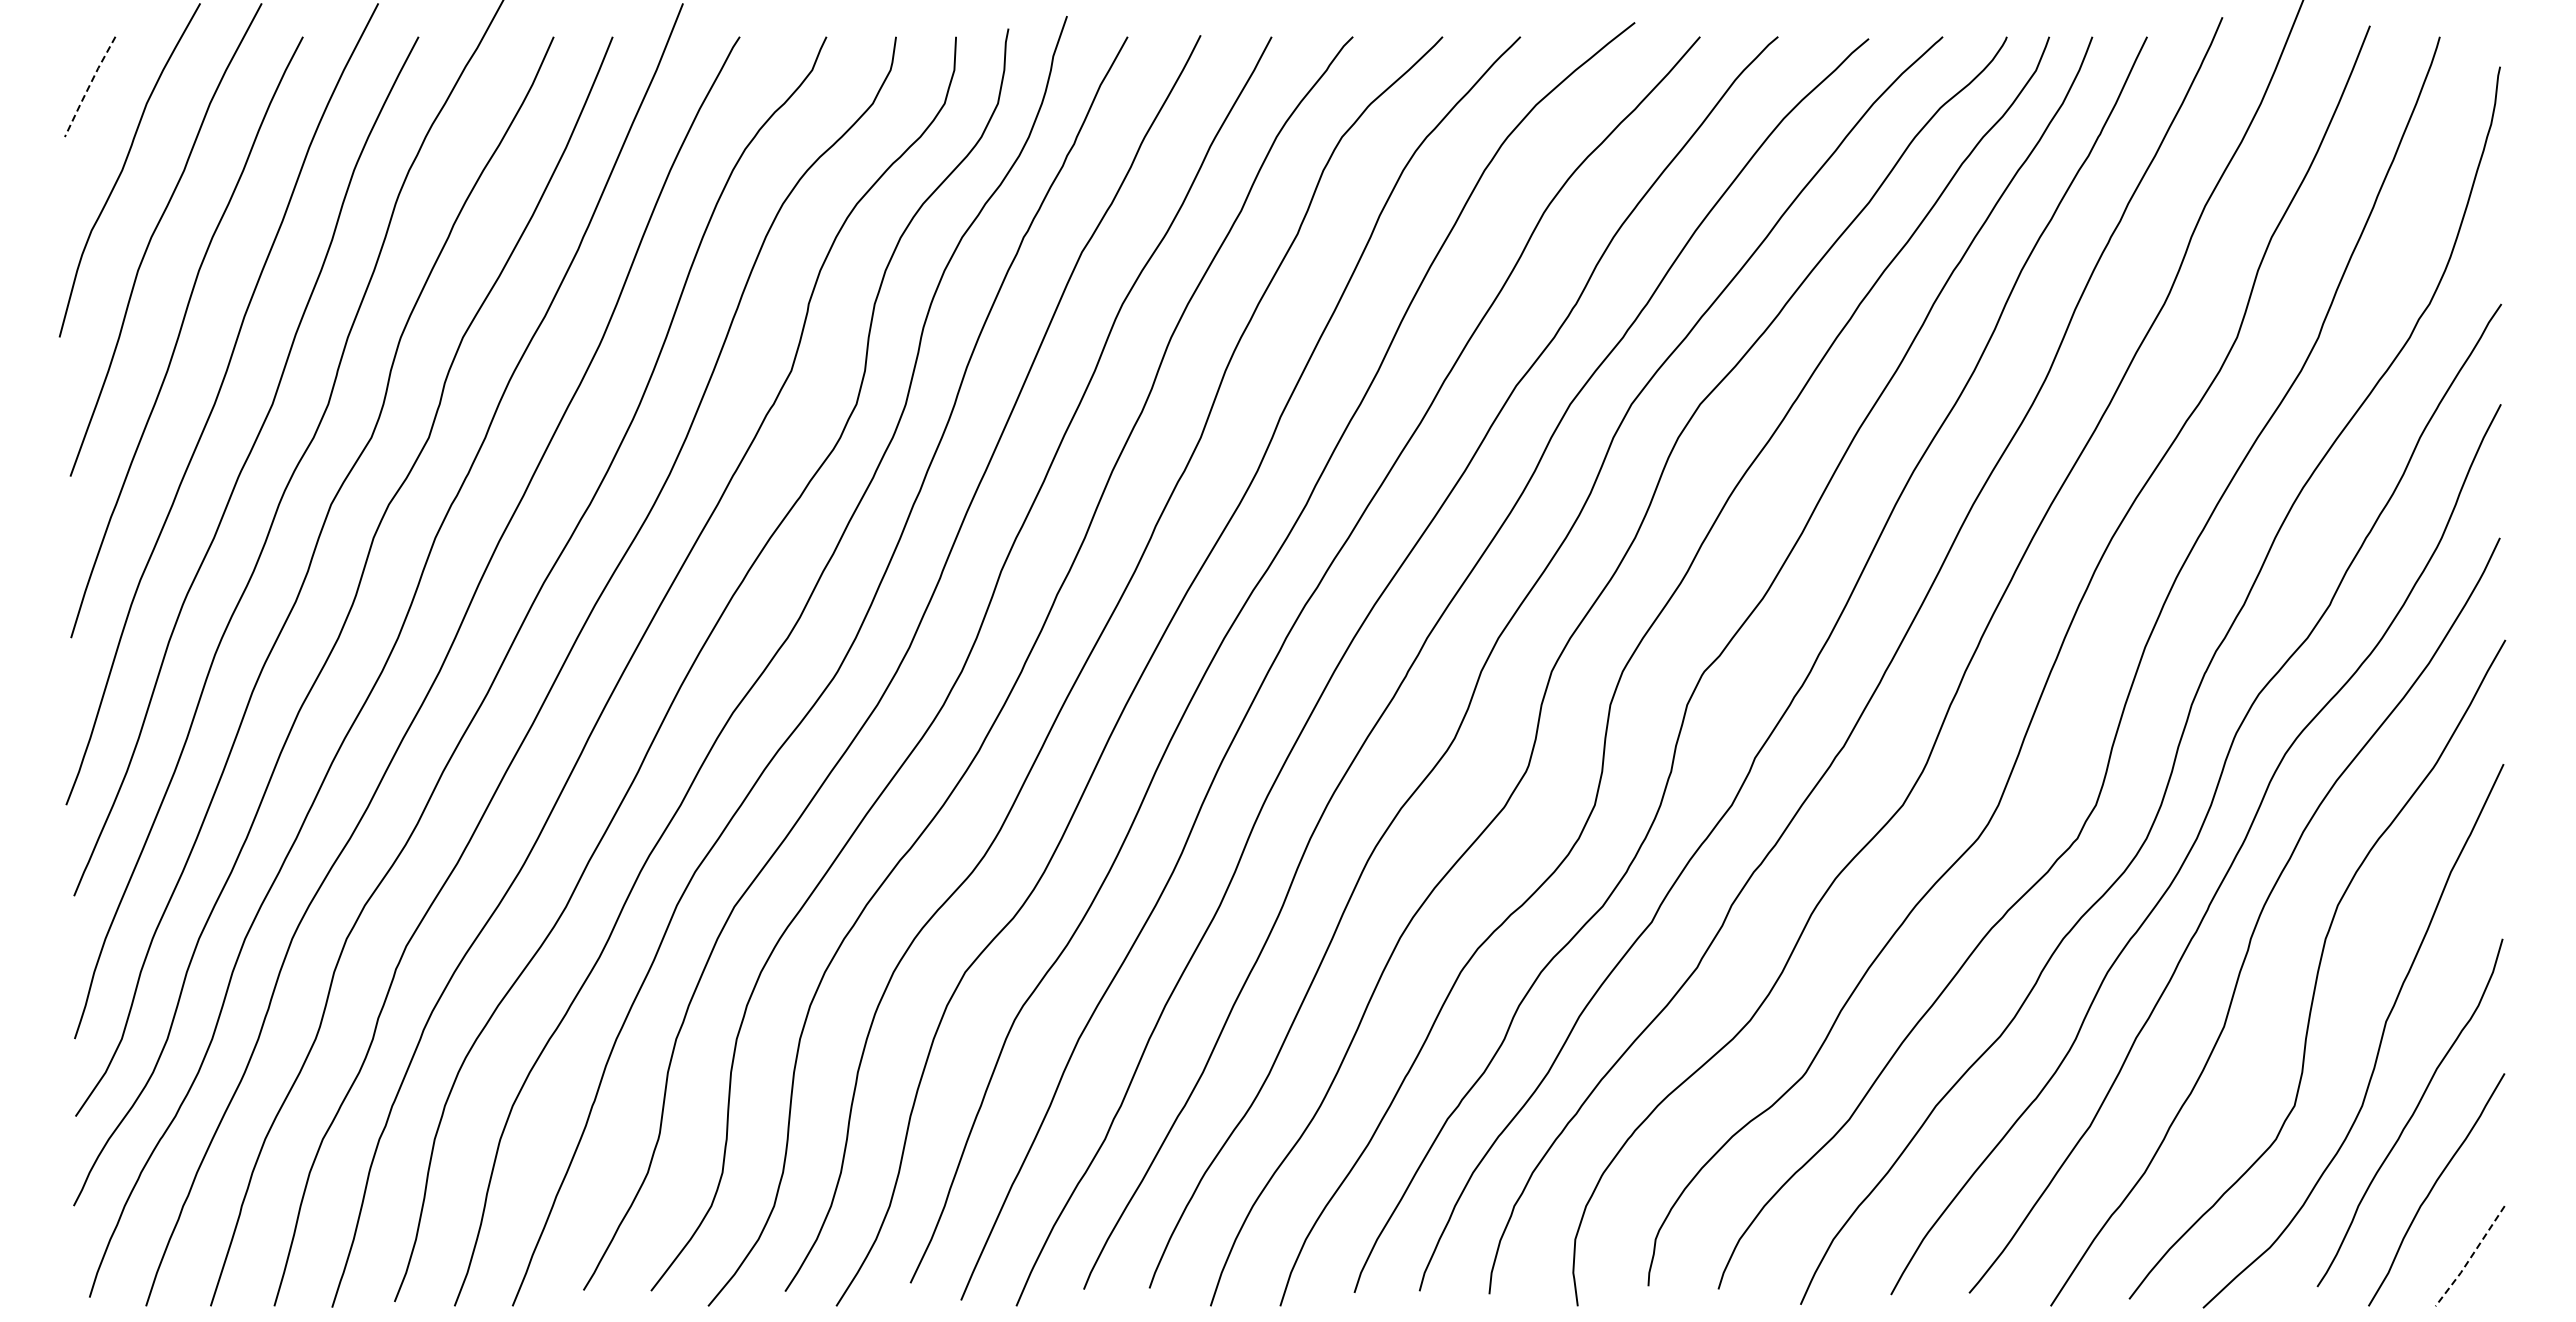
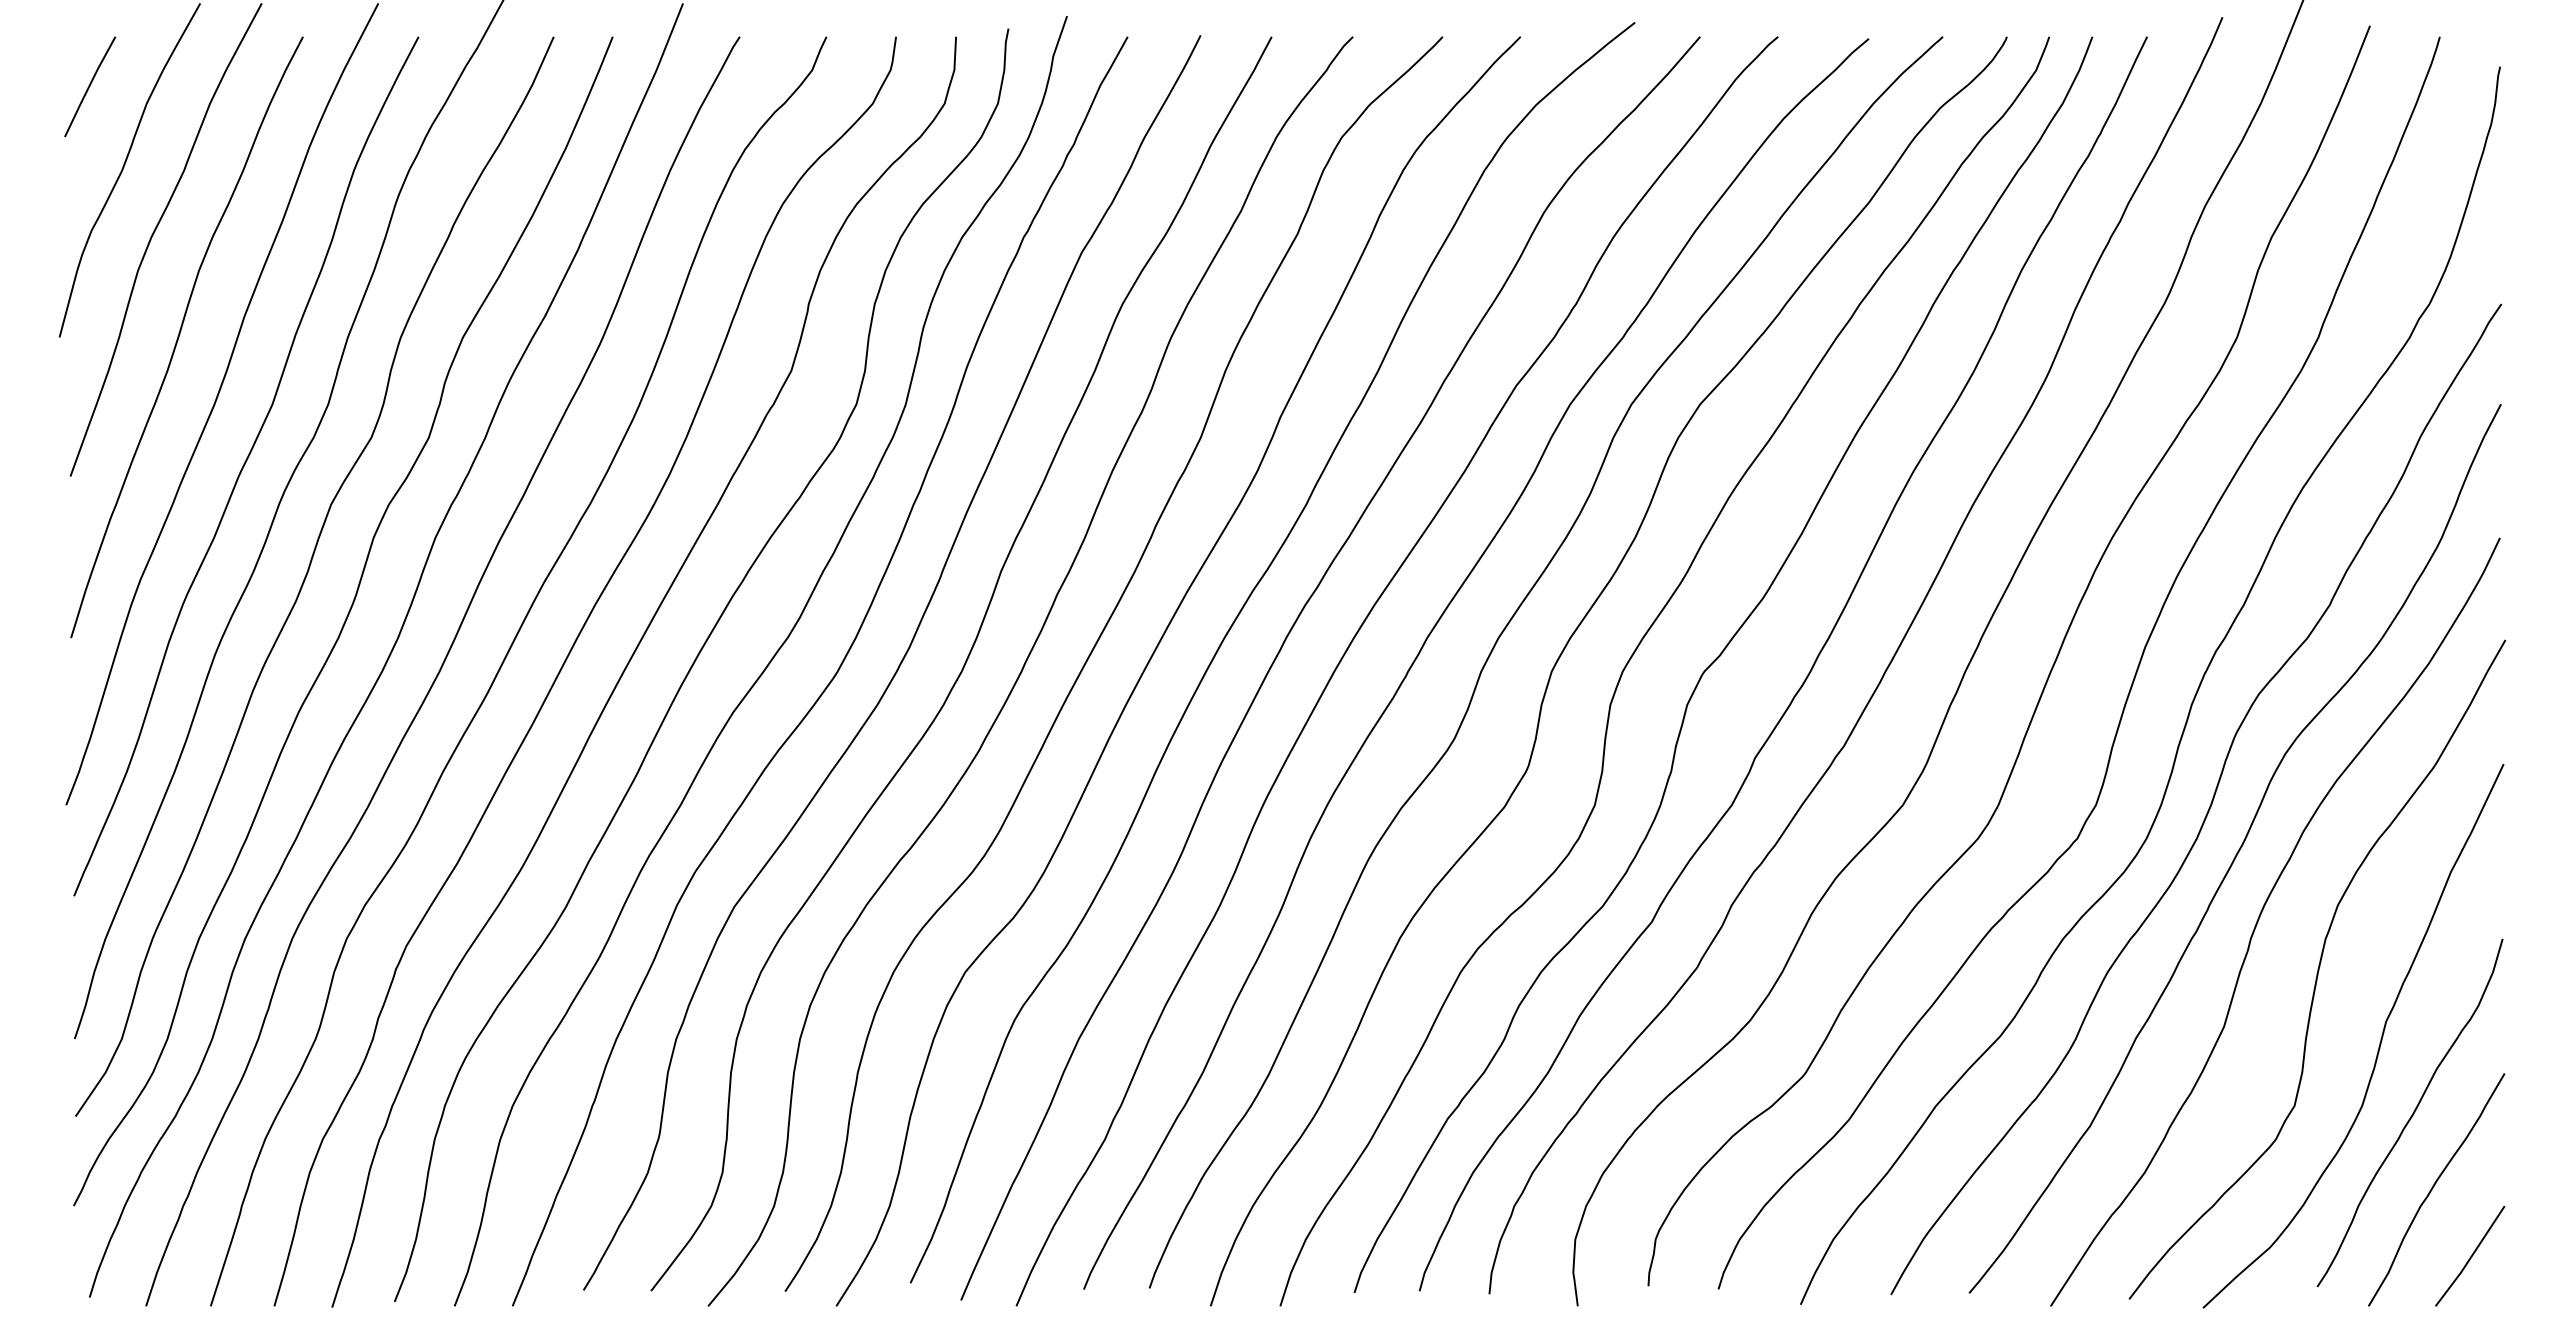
line at (89, 86): dashed -> solid
line at (2470, 1257): dashed -> solid
